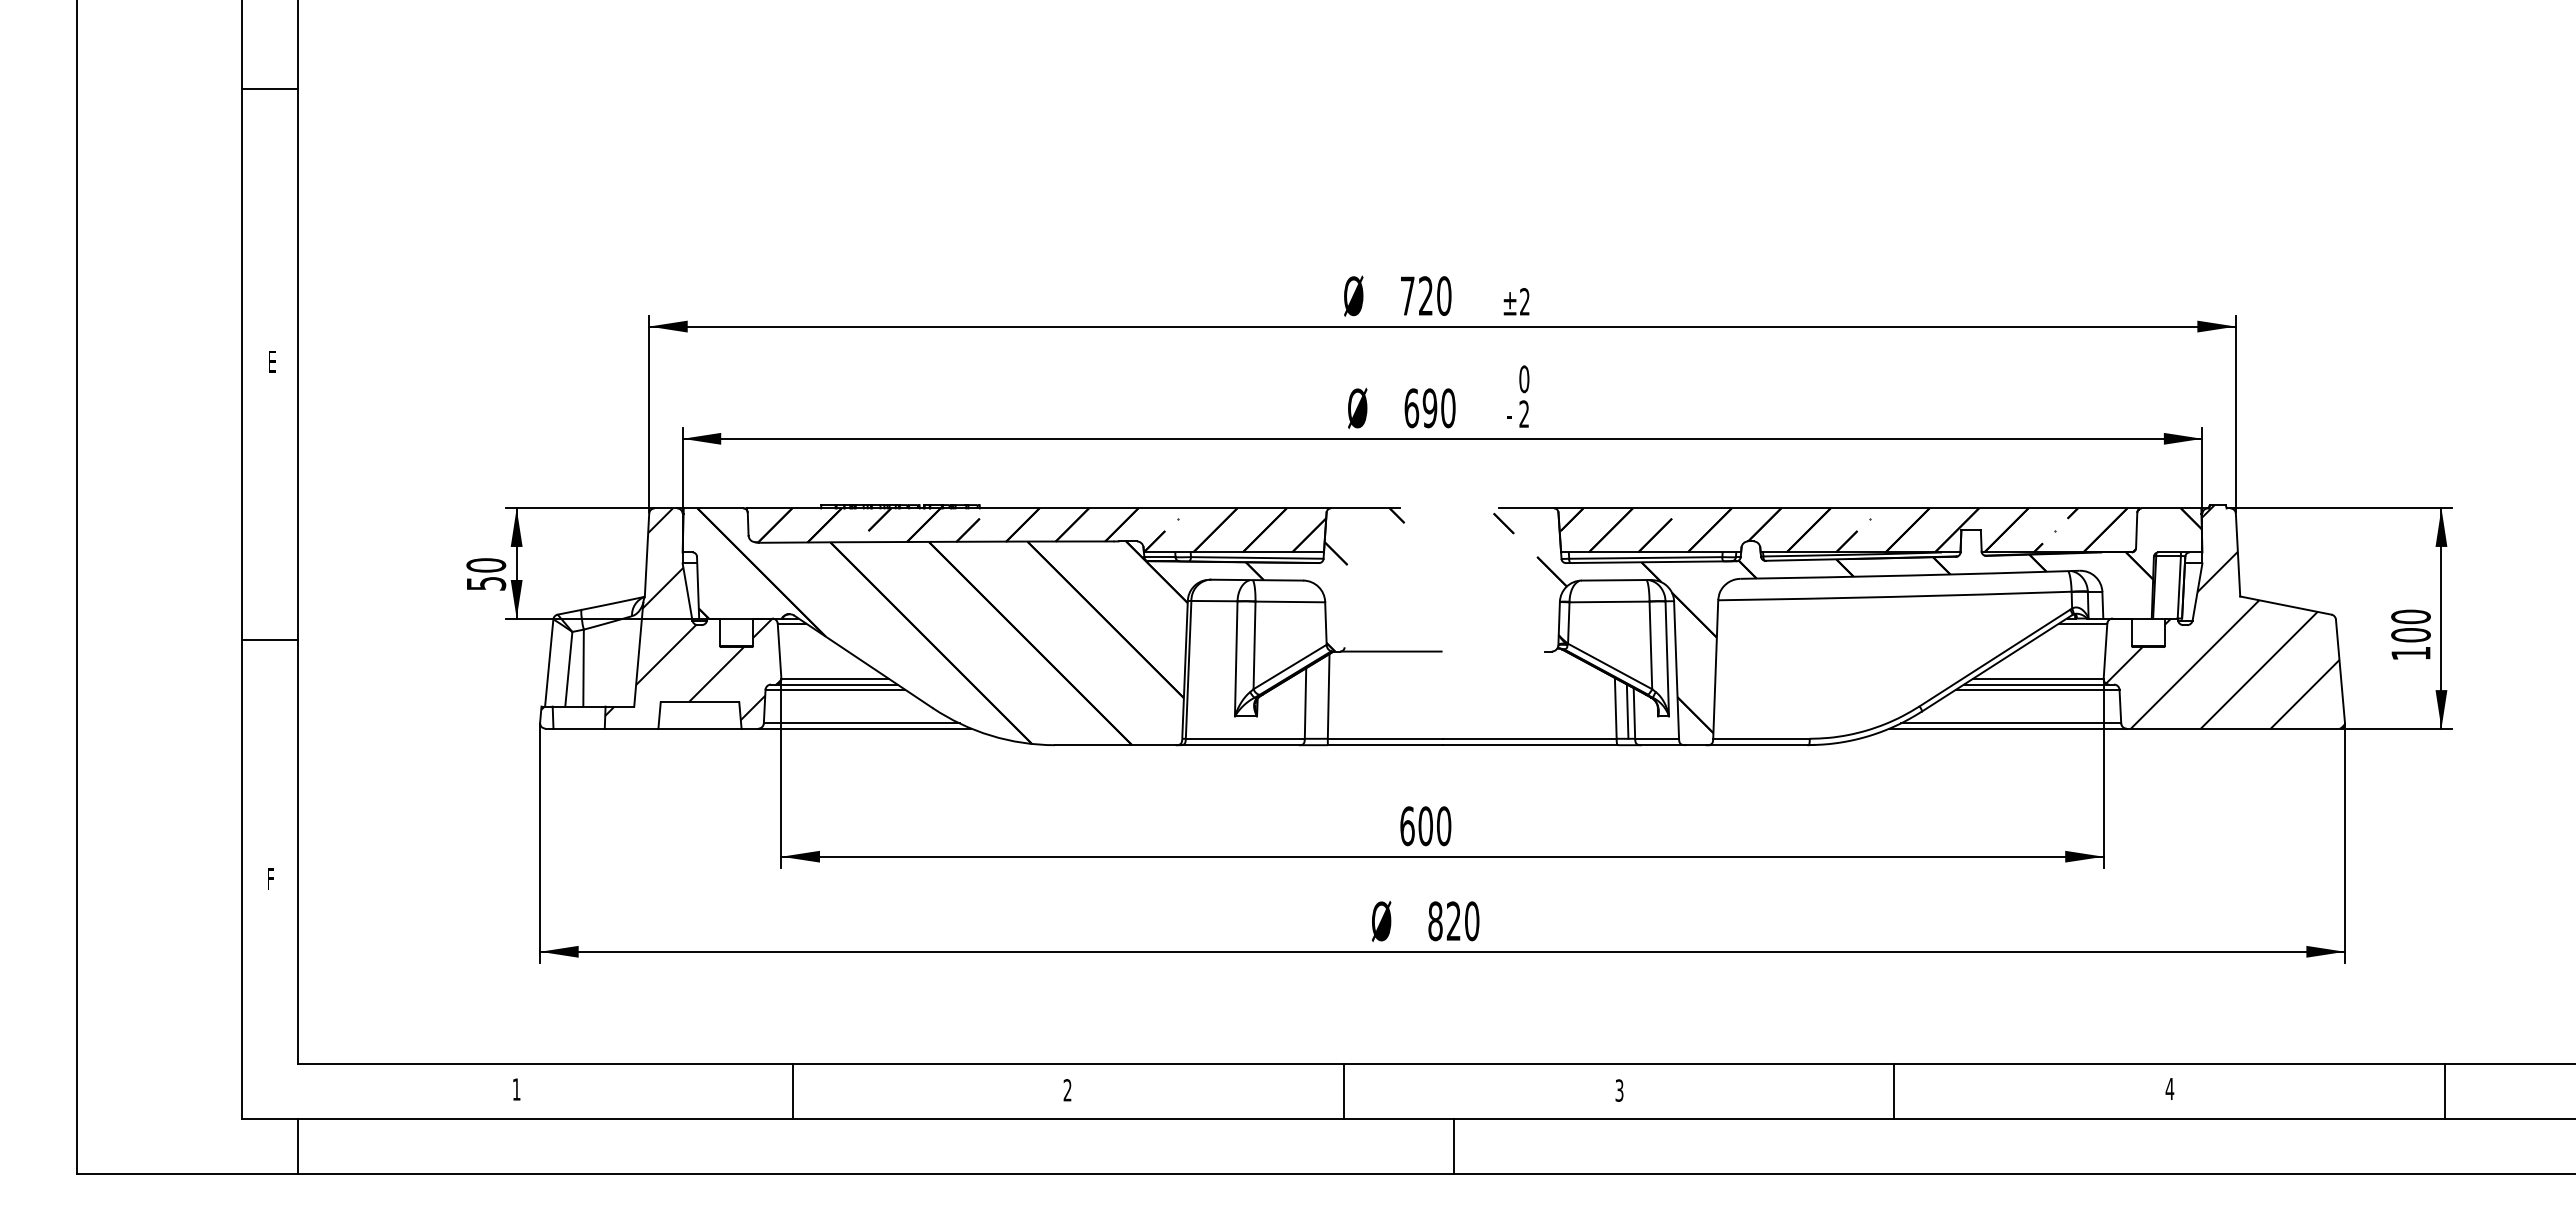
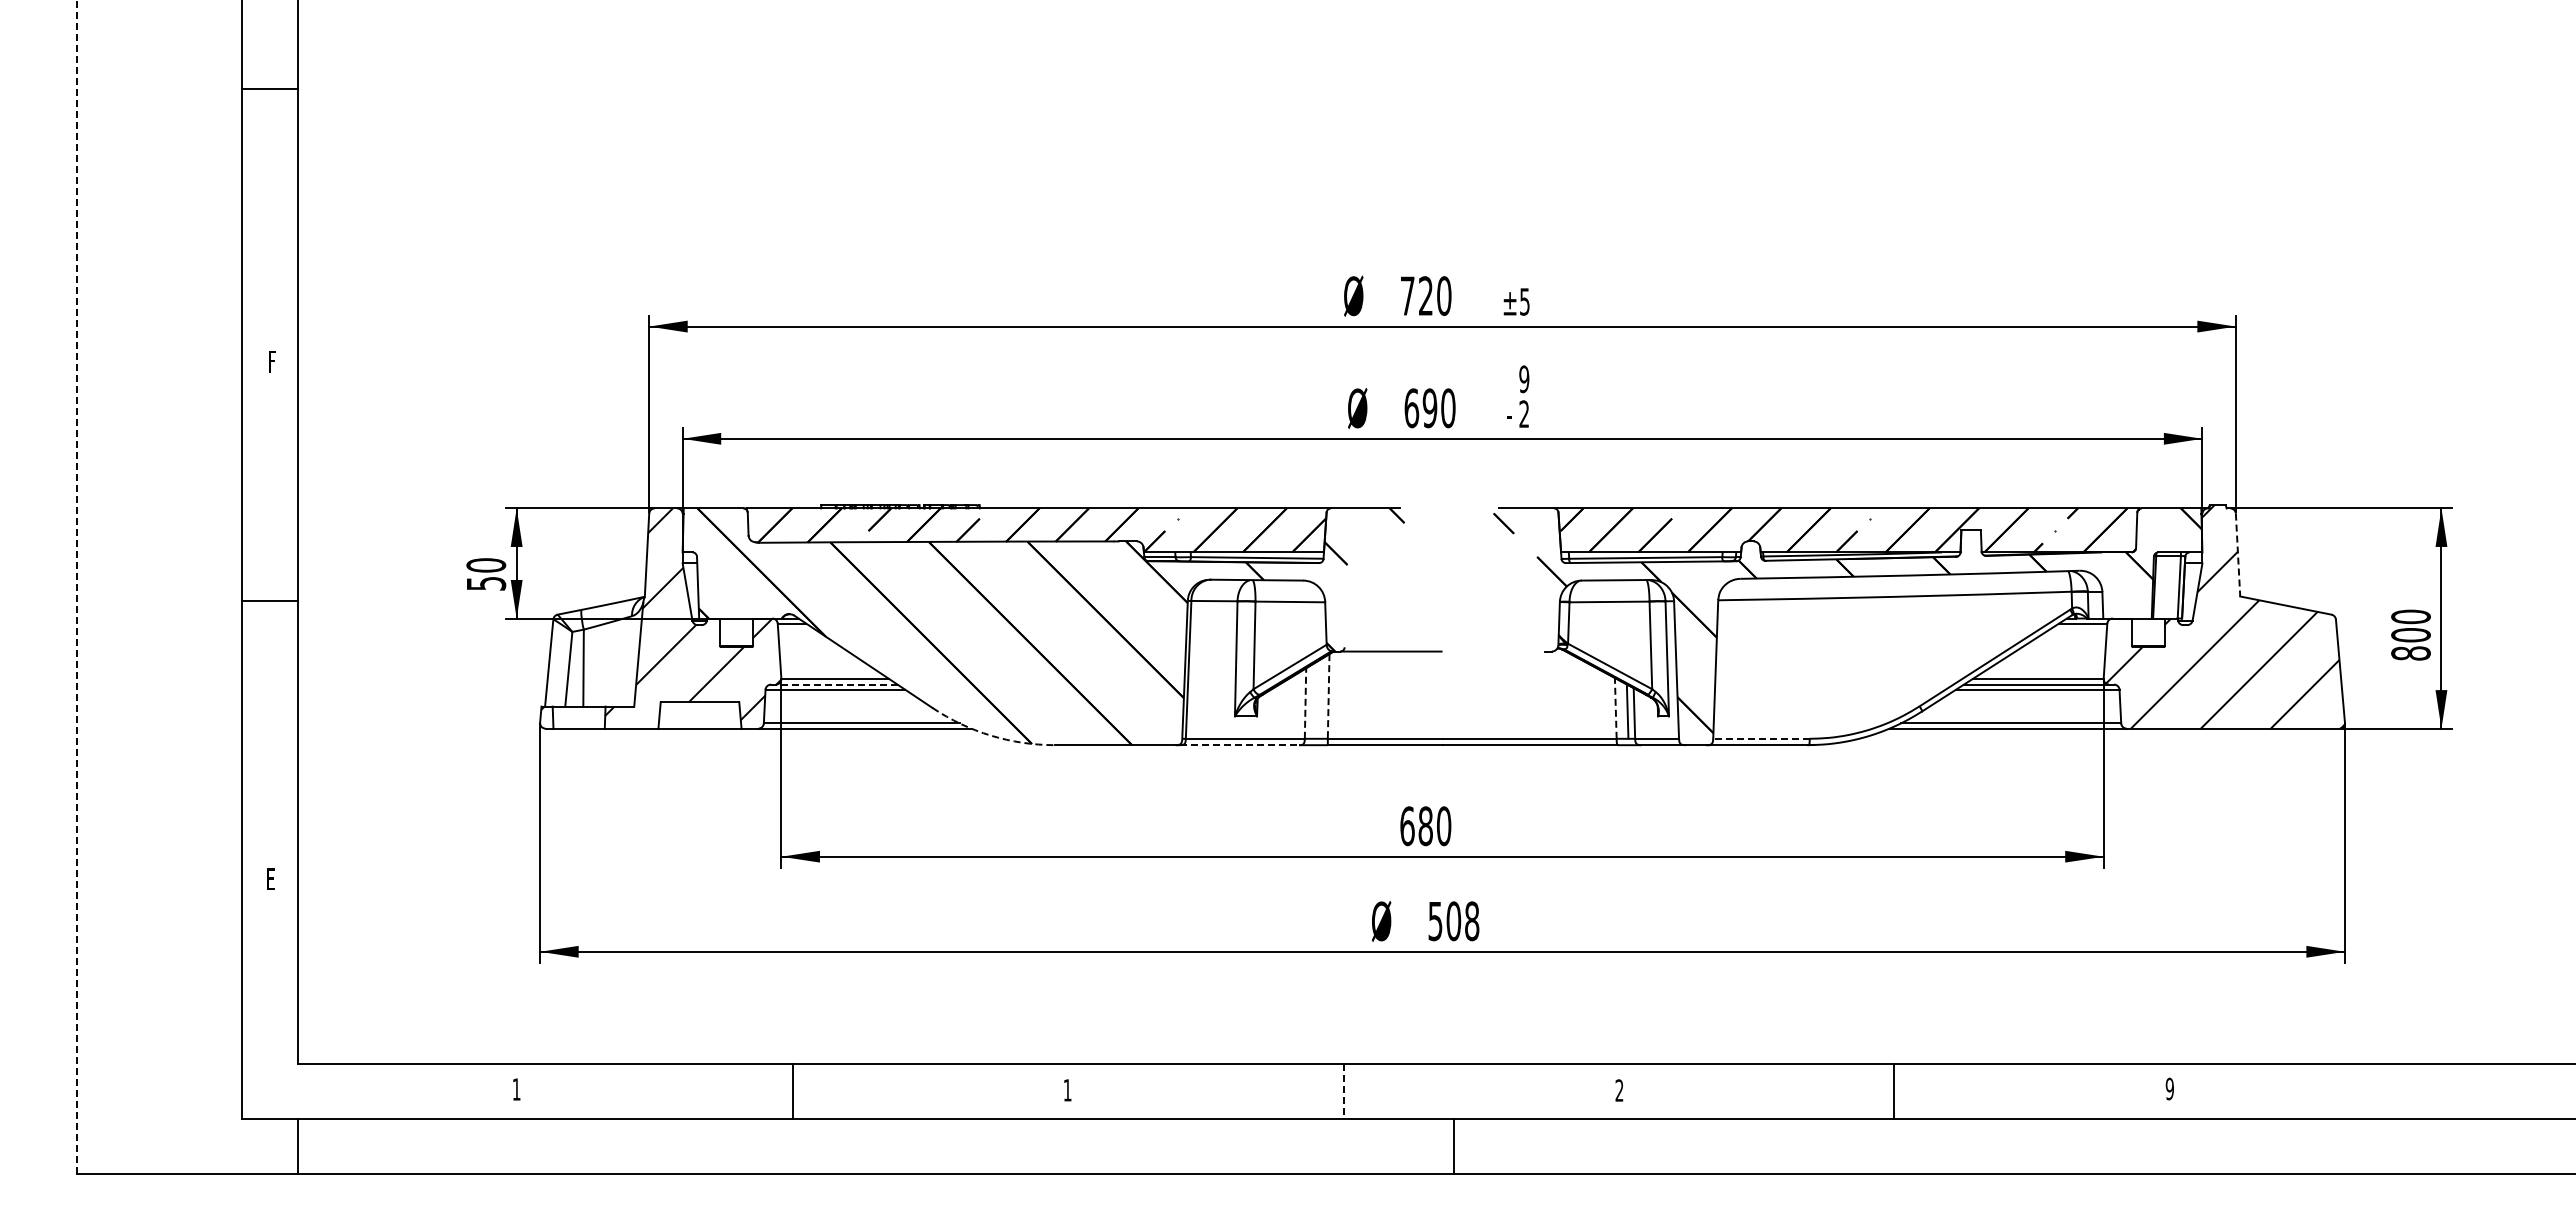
text at (1524, 301): ±2 -> ±5
text at (272, 362): E -> F
text at (1524, 379): 0 -> 9
line at (2238, 555): solid -> dashed
line at (77, 586): solid -> dashed
line at (269, 639) position: (269, 639) -> (269, 600)
text at (2410, 653): 100 -> 800
line at (836, 684): solid -> dashed
line at (1328, 696): solid -> dashed
line at (1305, 703): solid -> dashed
line at (1615, 707): solid -> dashed
arc at (991, 735): solid -> dashed
line at (1760, 738): solid -> dashed
line at (1240, 745): solid -> dashed
text at (1425, 825): 600 -> 680
text at (270, 878): F -> E
text at (1453, 921): 820 -> 508
text at (2169, 1088): 4 -> 9
text at (1067, 1090): 2 -> 1
text at (1619, 1090): 3 -> 2
line at (2445, 1090): present -> none
line at (1343, 1091): solid -> dashed
